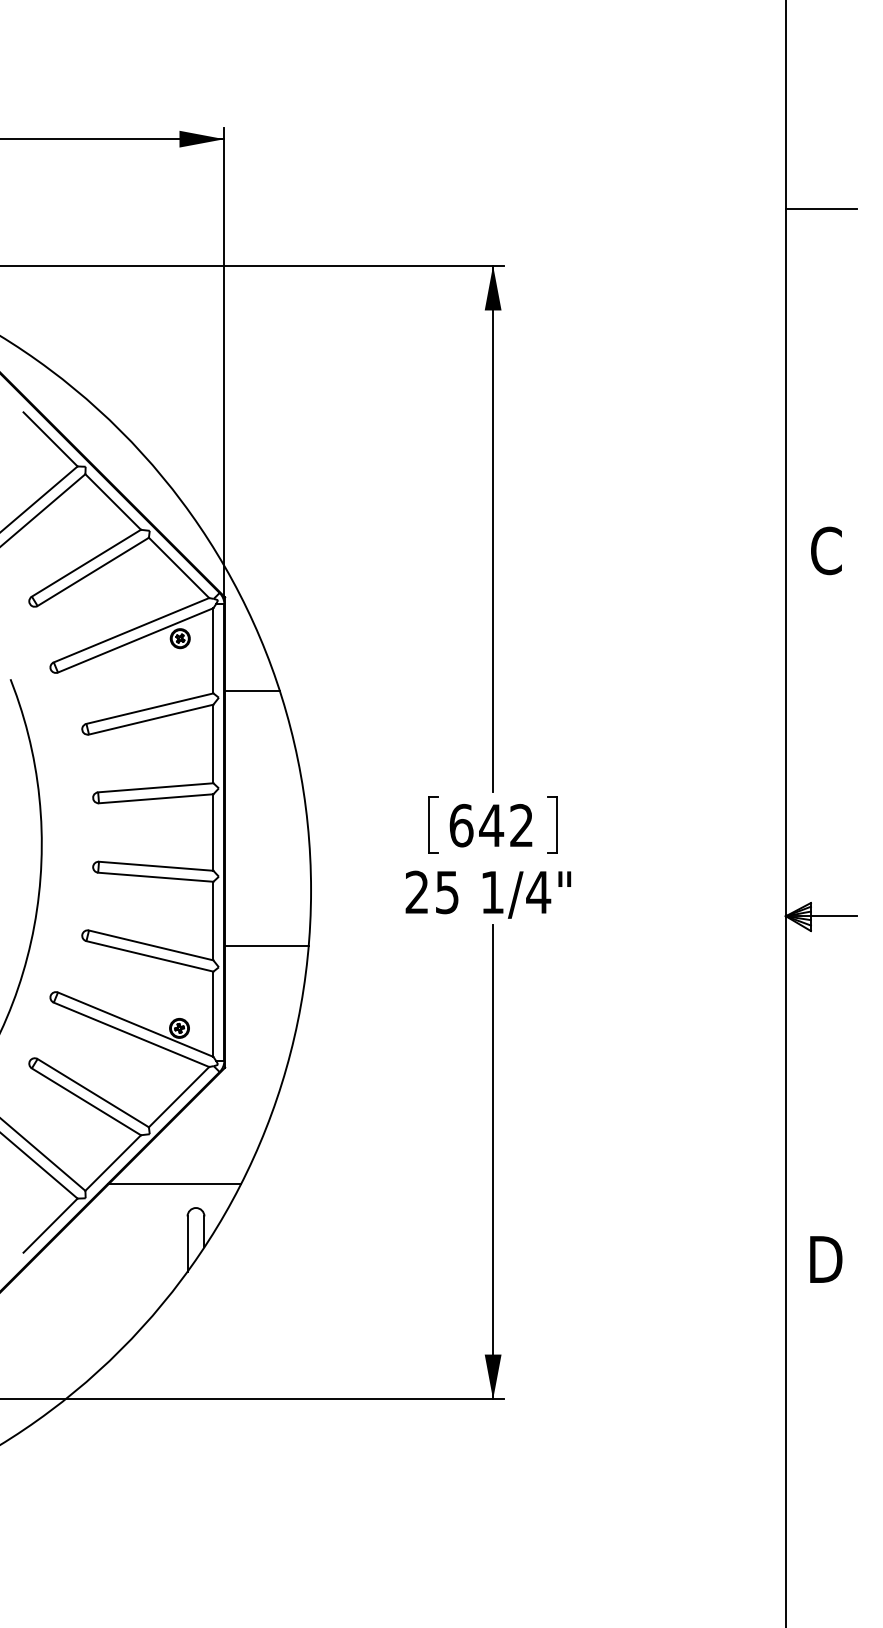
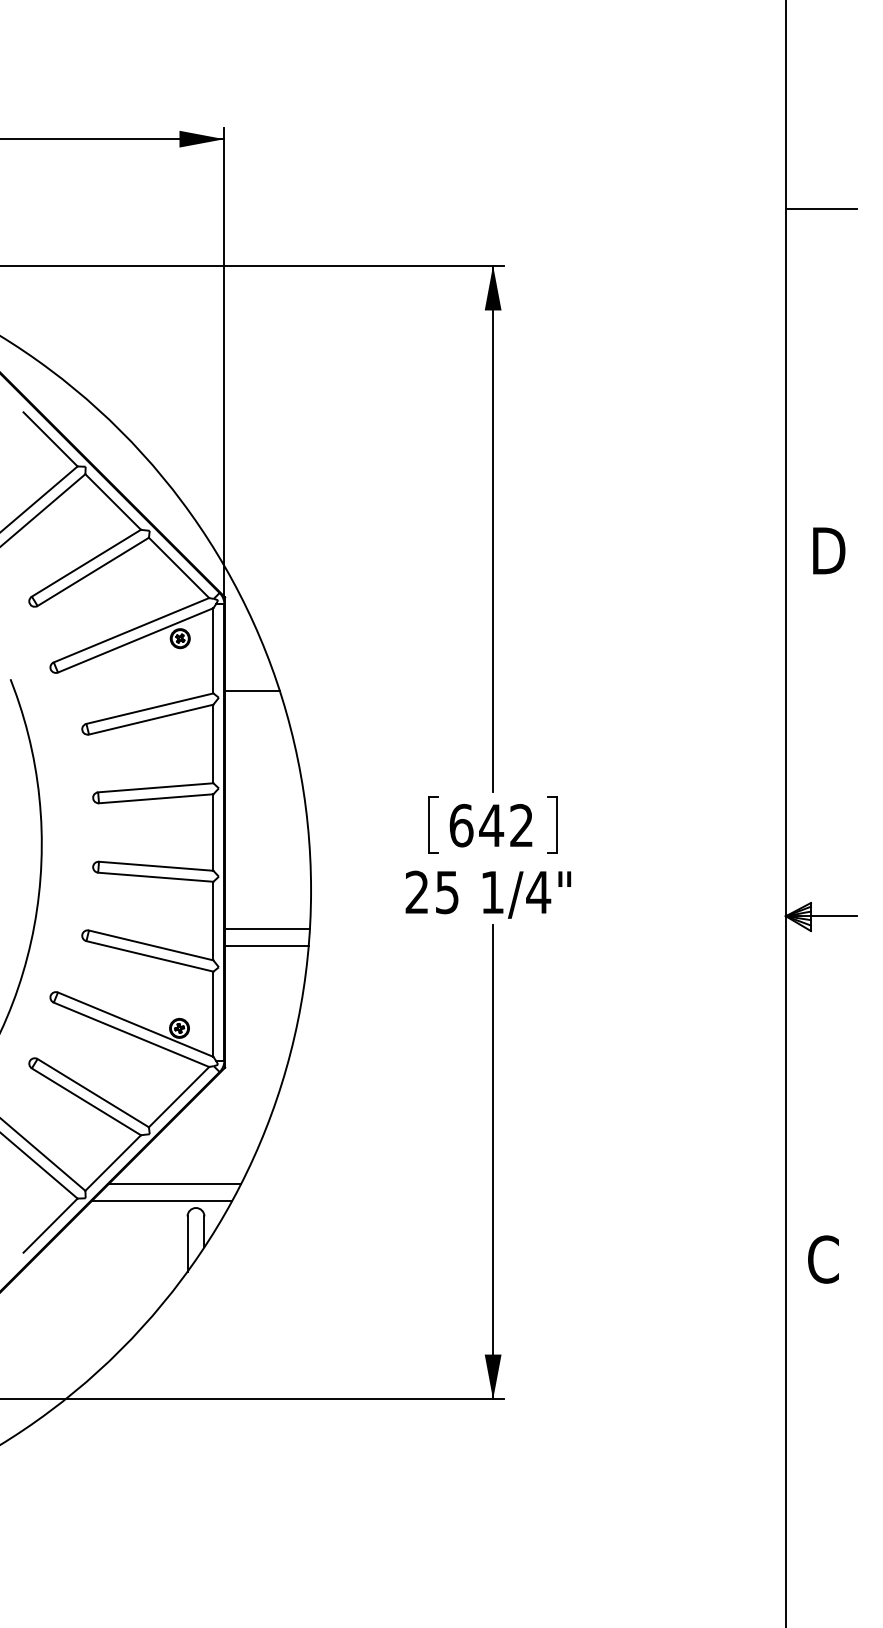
text at (828, 550): C -> D
line at (267, 928): none -> present
line at (161, 1201): none -> present
text at (825, 1259): D -> C
